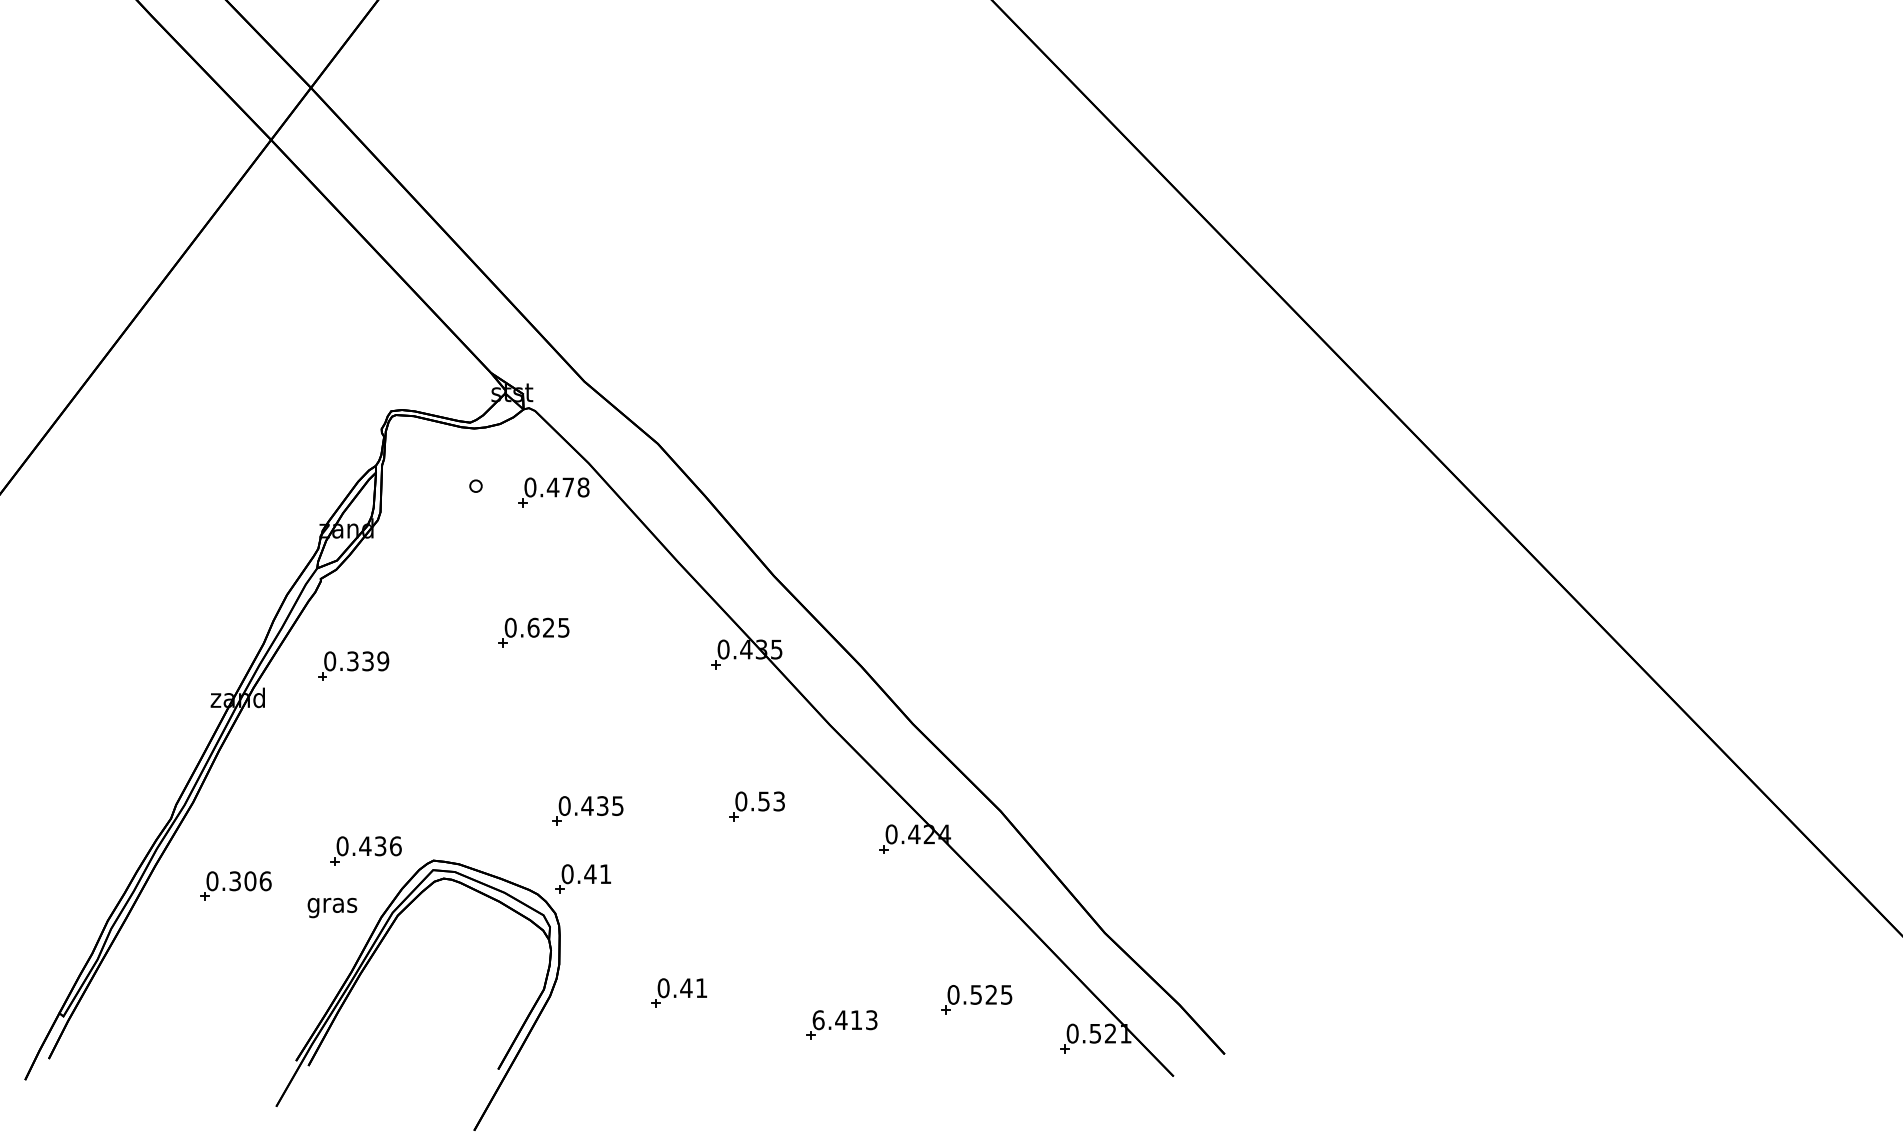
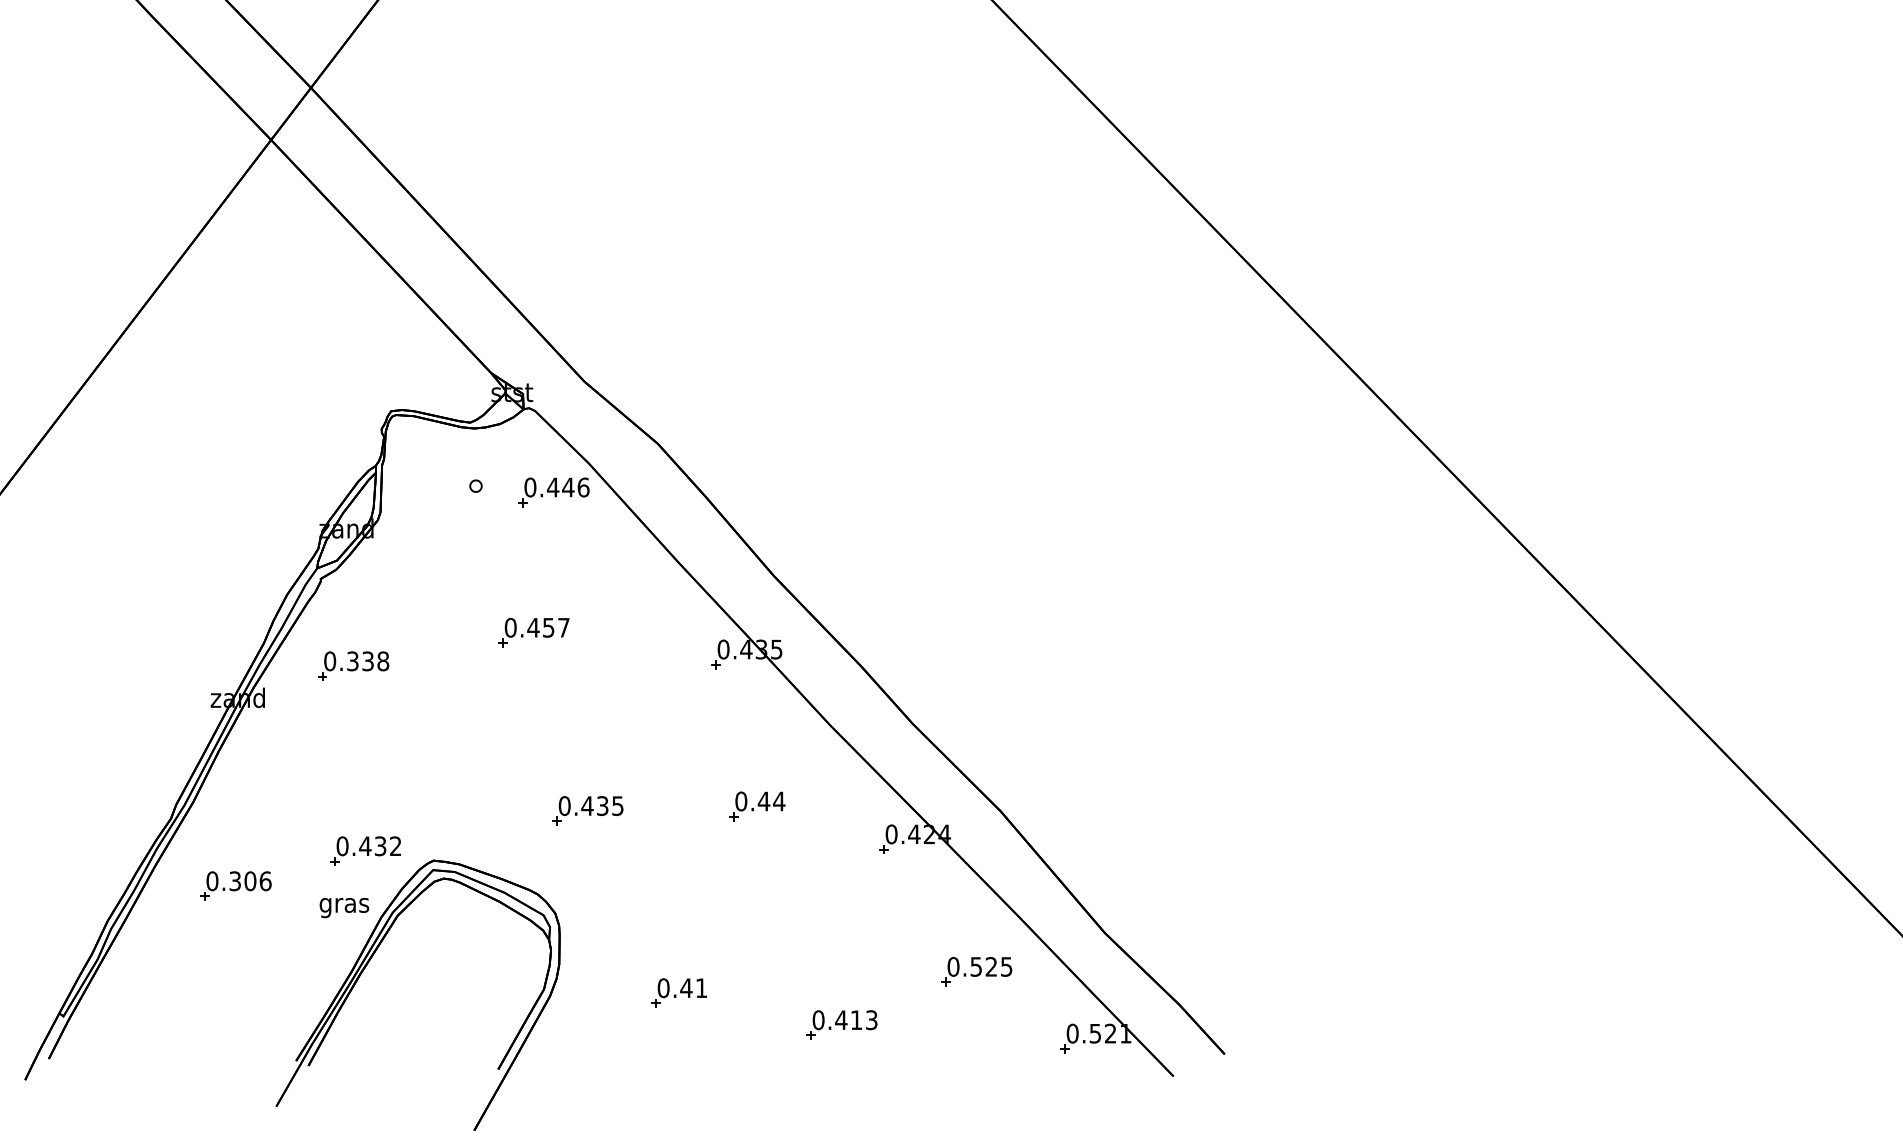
text at (575, 487): 0.478 -> 0.446
text at (548, 627): 0.625 -> 0.457
text at (383, 661): 0.339 -> 0.338
text at (771, 801): 0.53 -> 0.44
text at (395, 846): 0.436 -> 0.432
part at (582, 878): present -> none
text at (332, 907) position: (332, 907) -> (344, 907)
part at (976, 999) position: (976, 999) -> (976, 971)
text at (818, 1019): 6.413 -> 0.413
